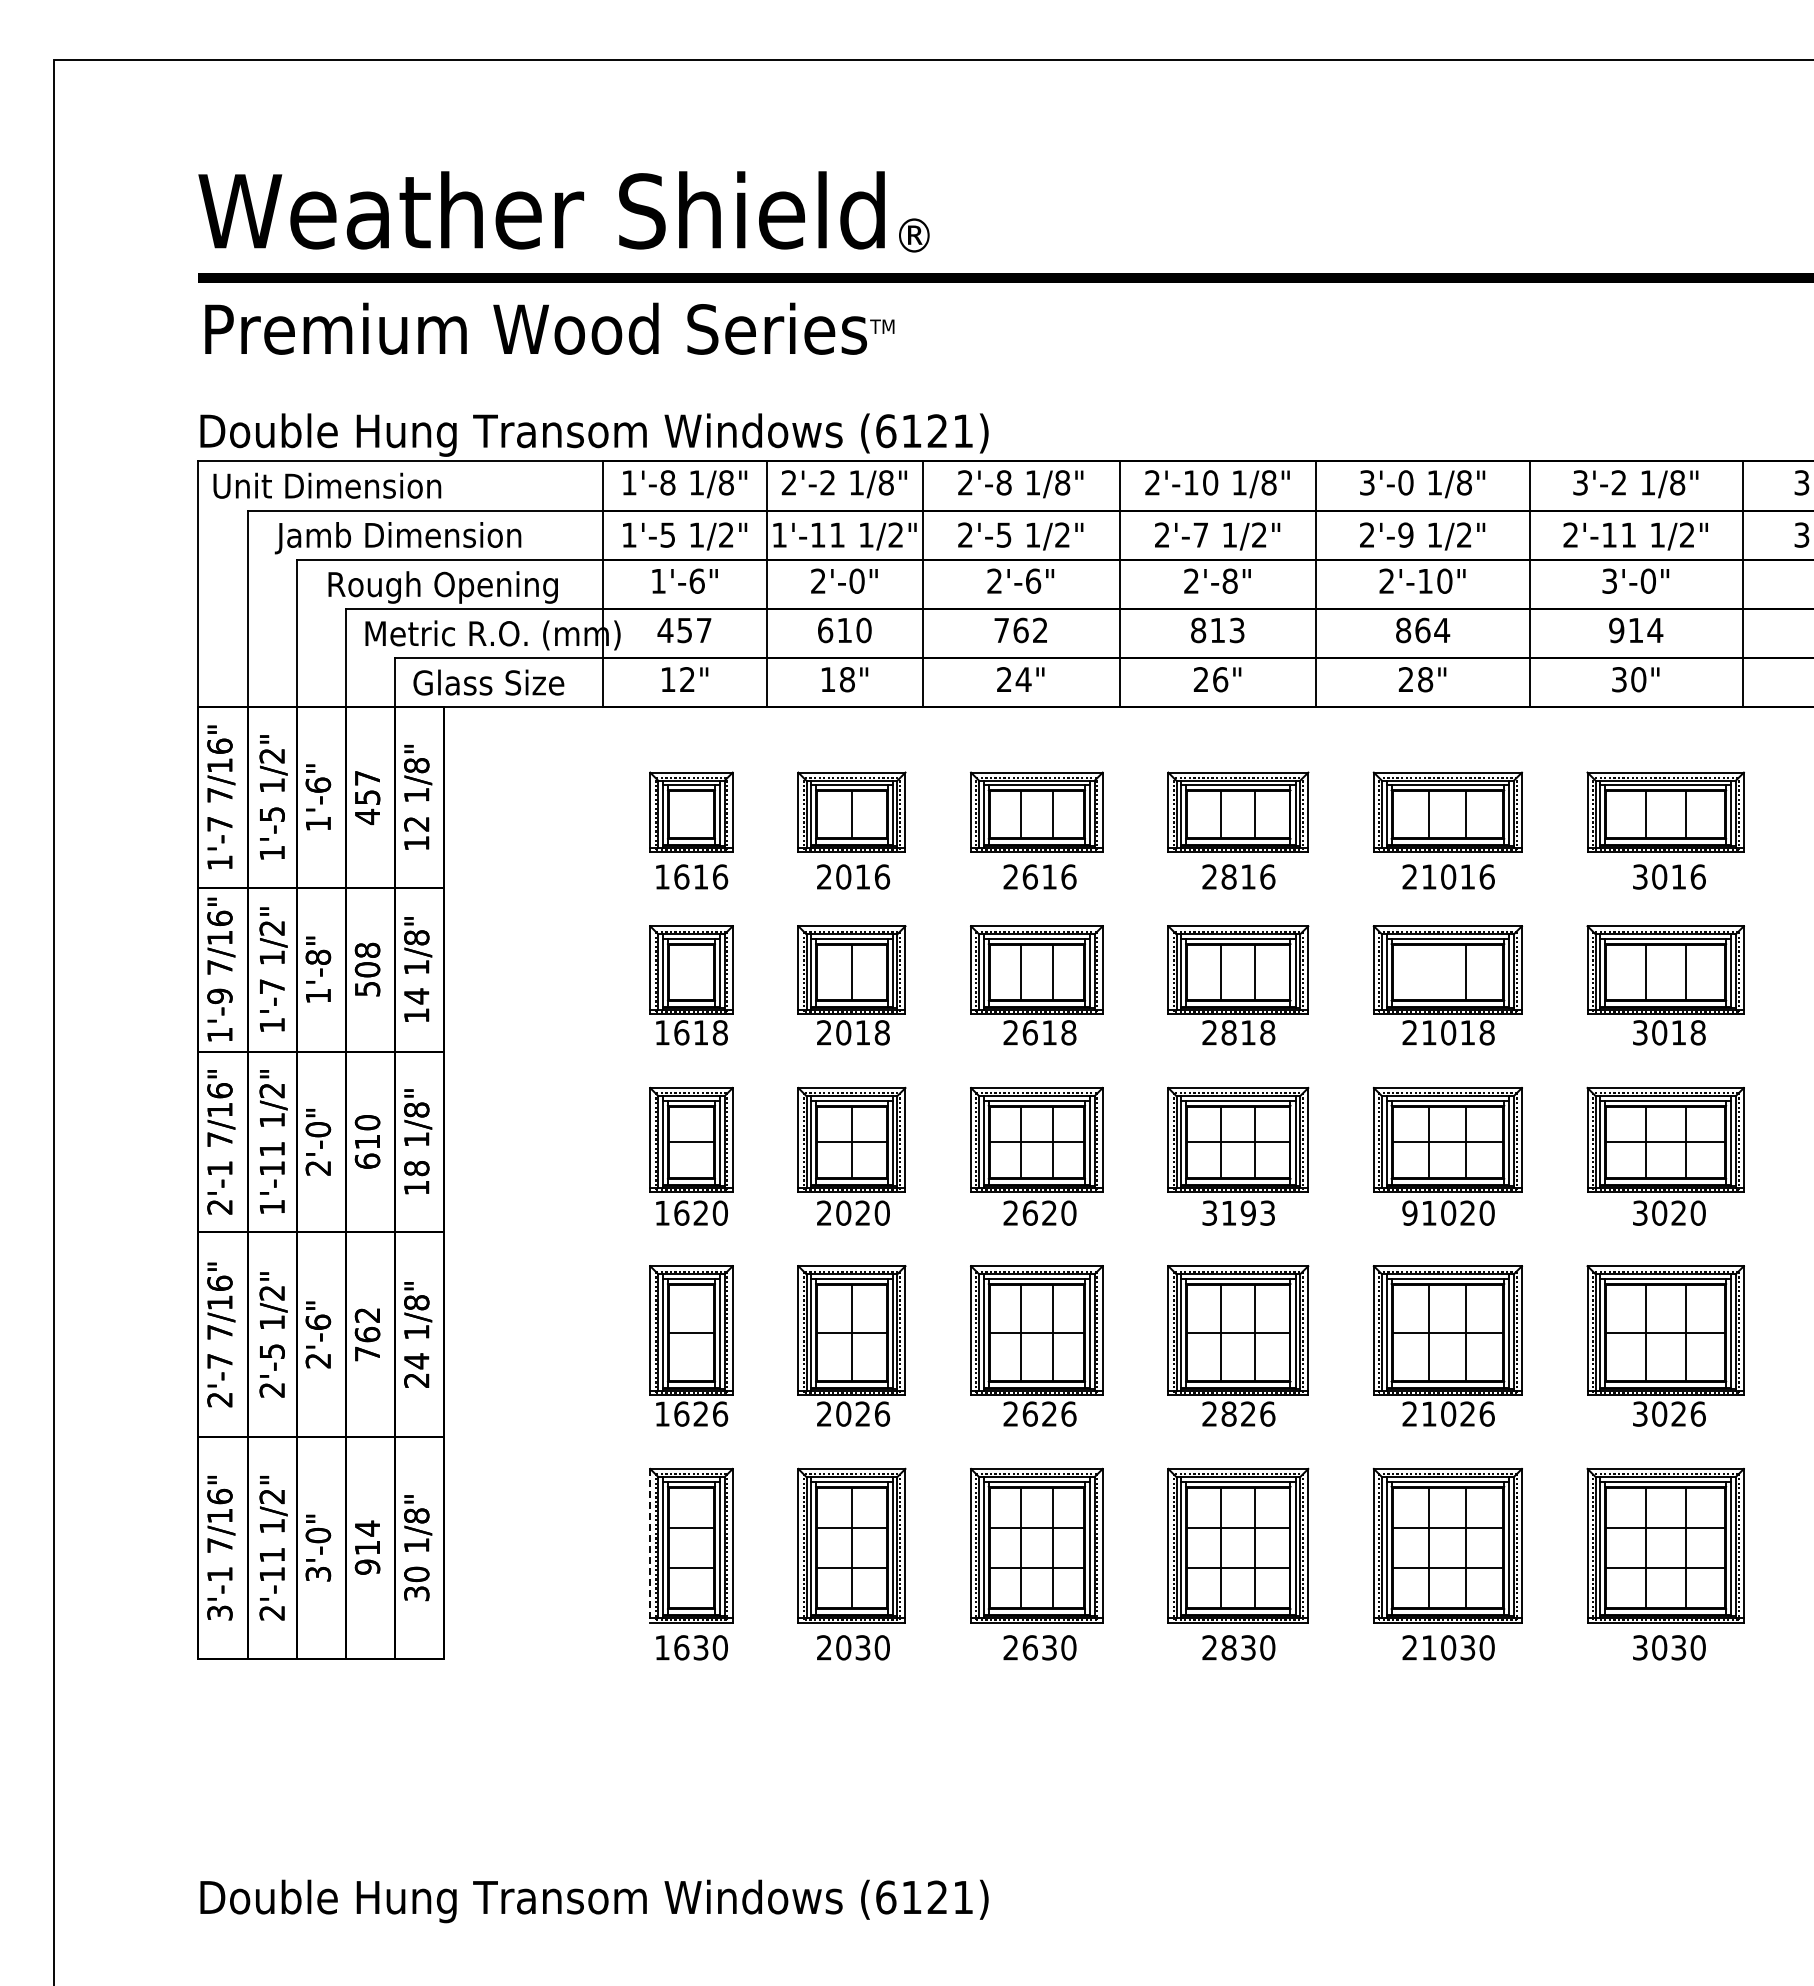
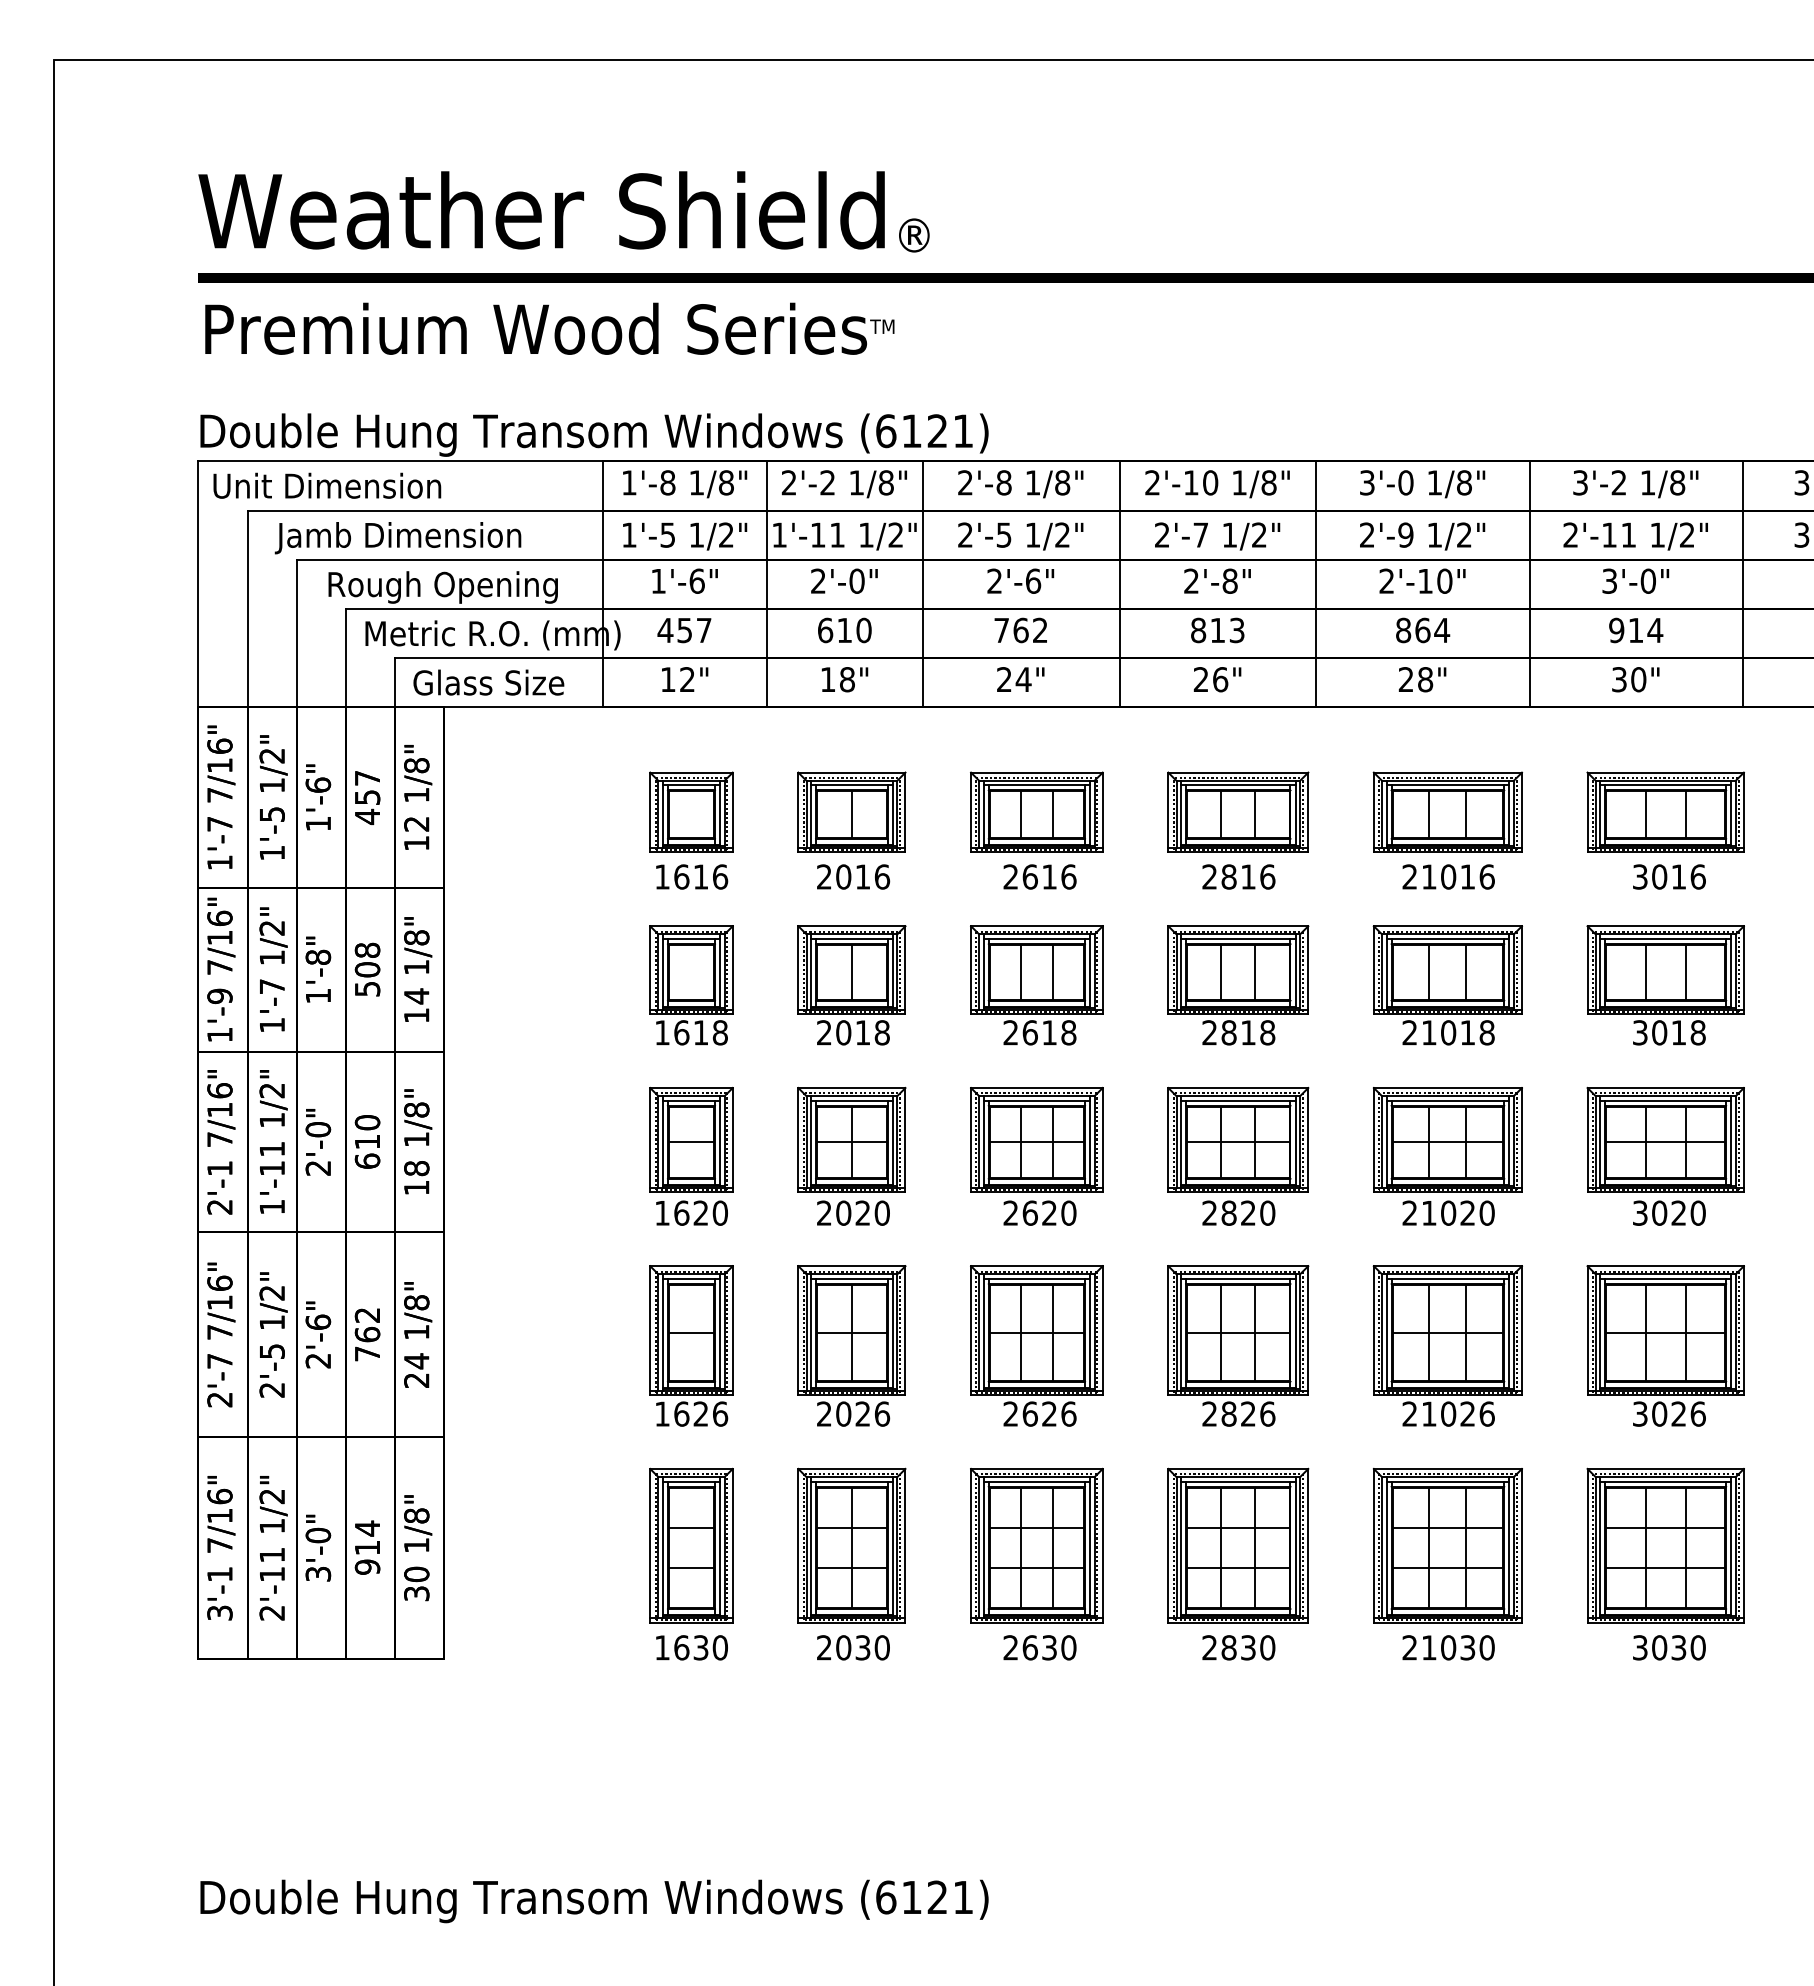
line at (1429, 971): none -> present
text at (1238, 1212): 3193 -> 2820
text at (1409, 1212): 91020 -> 21020
line at (650, 1545): dashed -> solid
